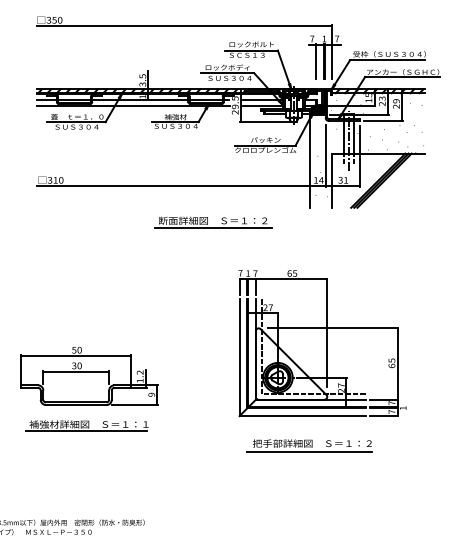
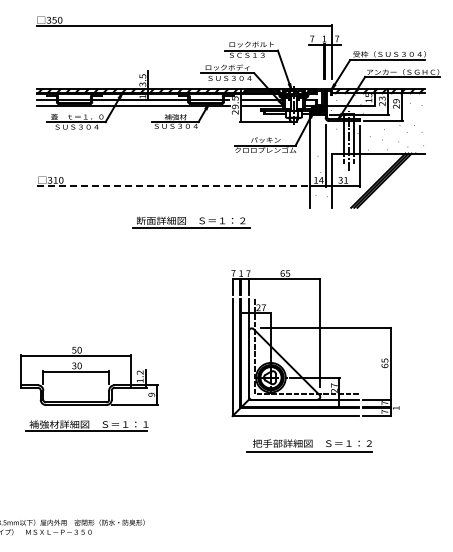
line at (315, 61): present -> none
line at (173, 186): solid -> dashed
part at (213, 222) position: (213, 222) -> (191, 222)
part at (322, 343) position: (322, 343) -> (315, 343)
